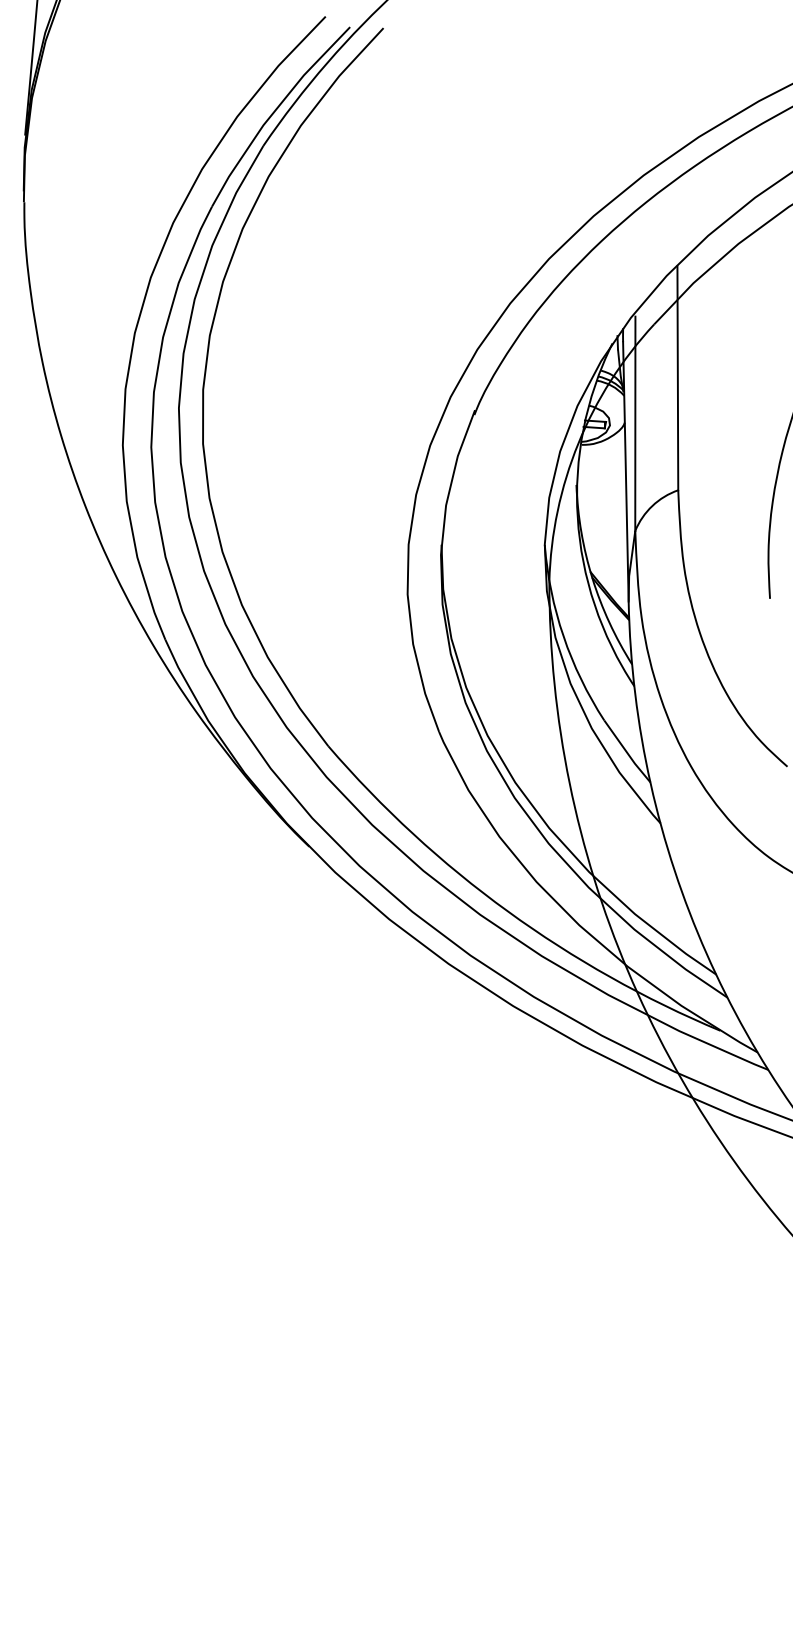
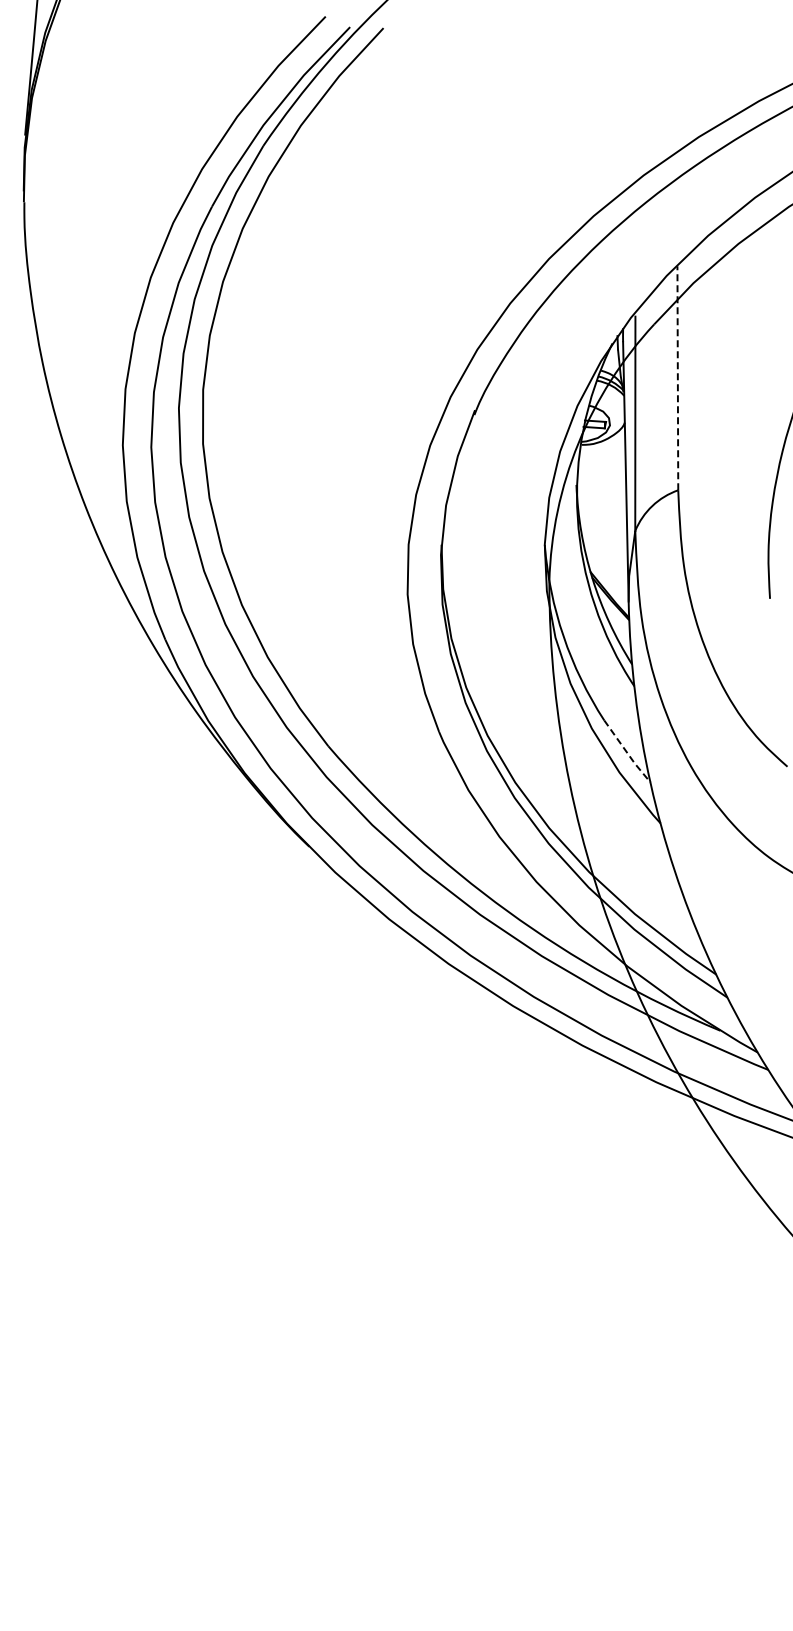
line at (677, 378): solid -> dashed
line at (627, 752): solid -> dashed
